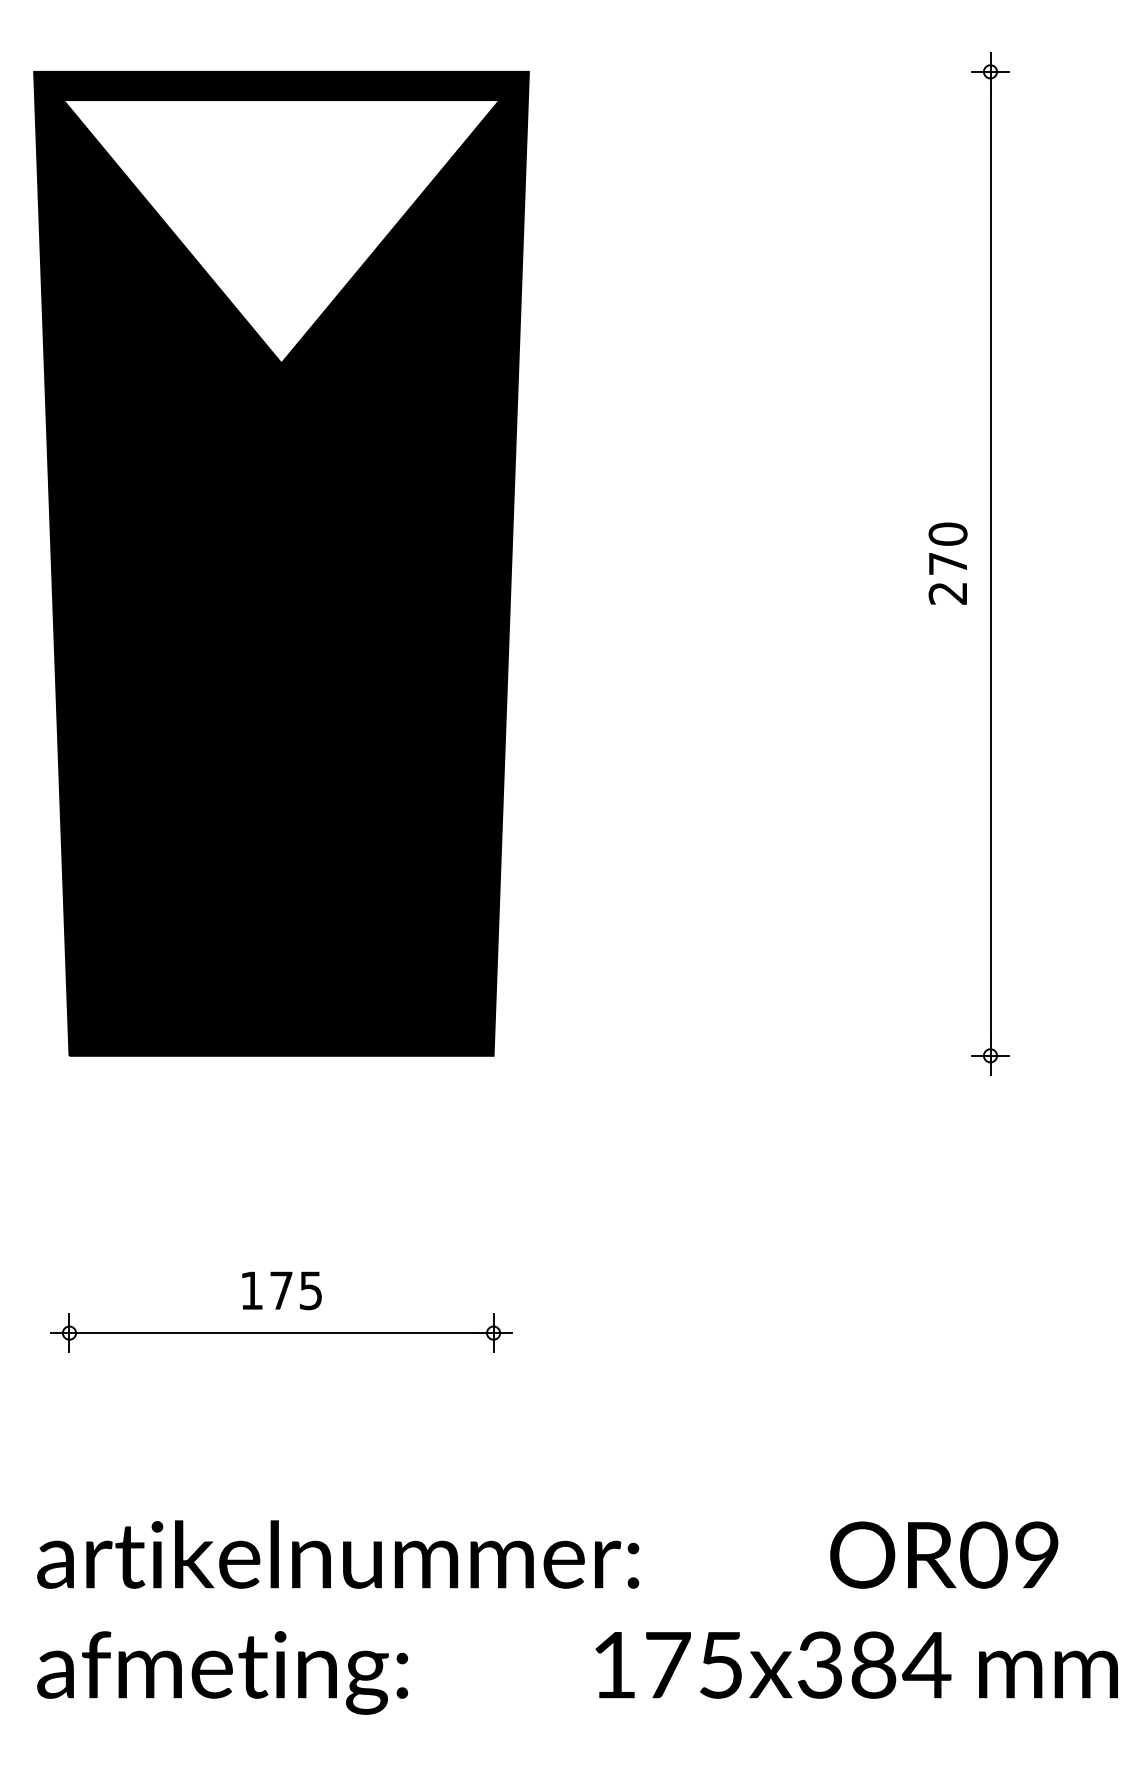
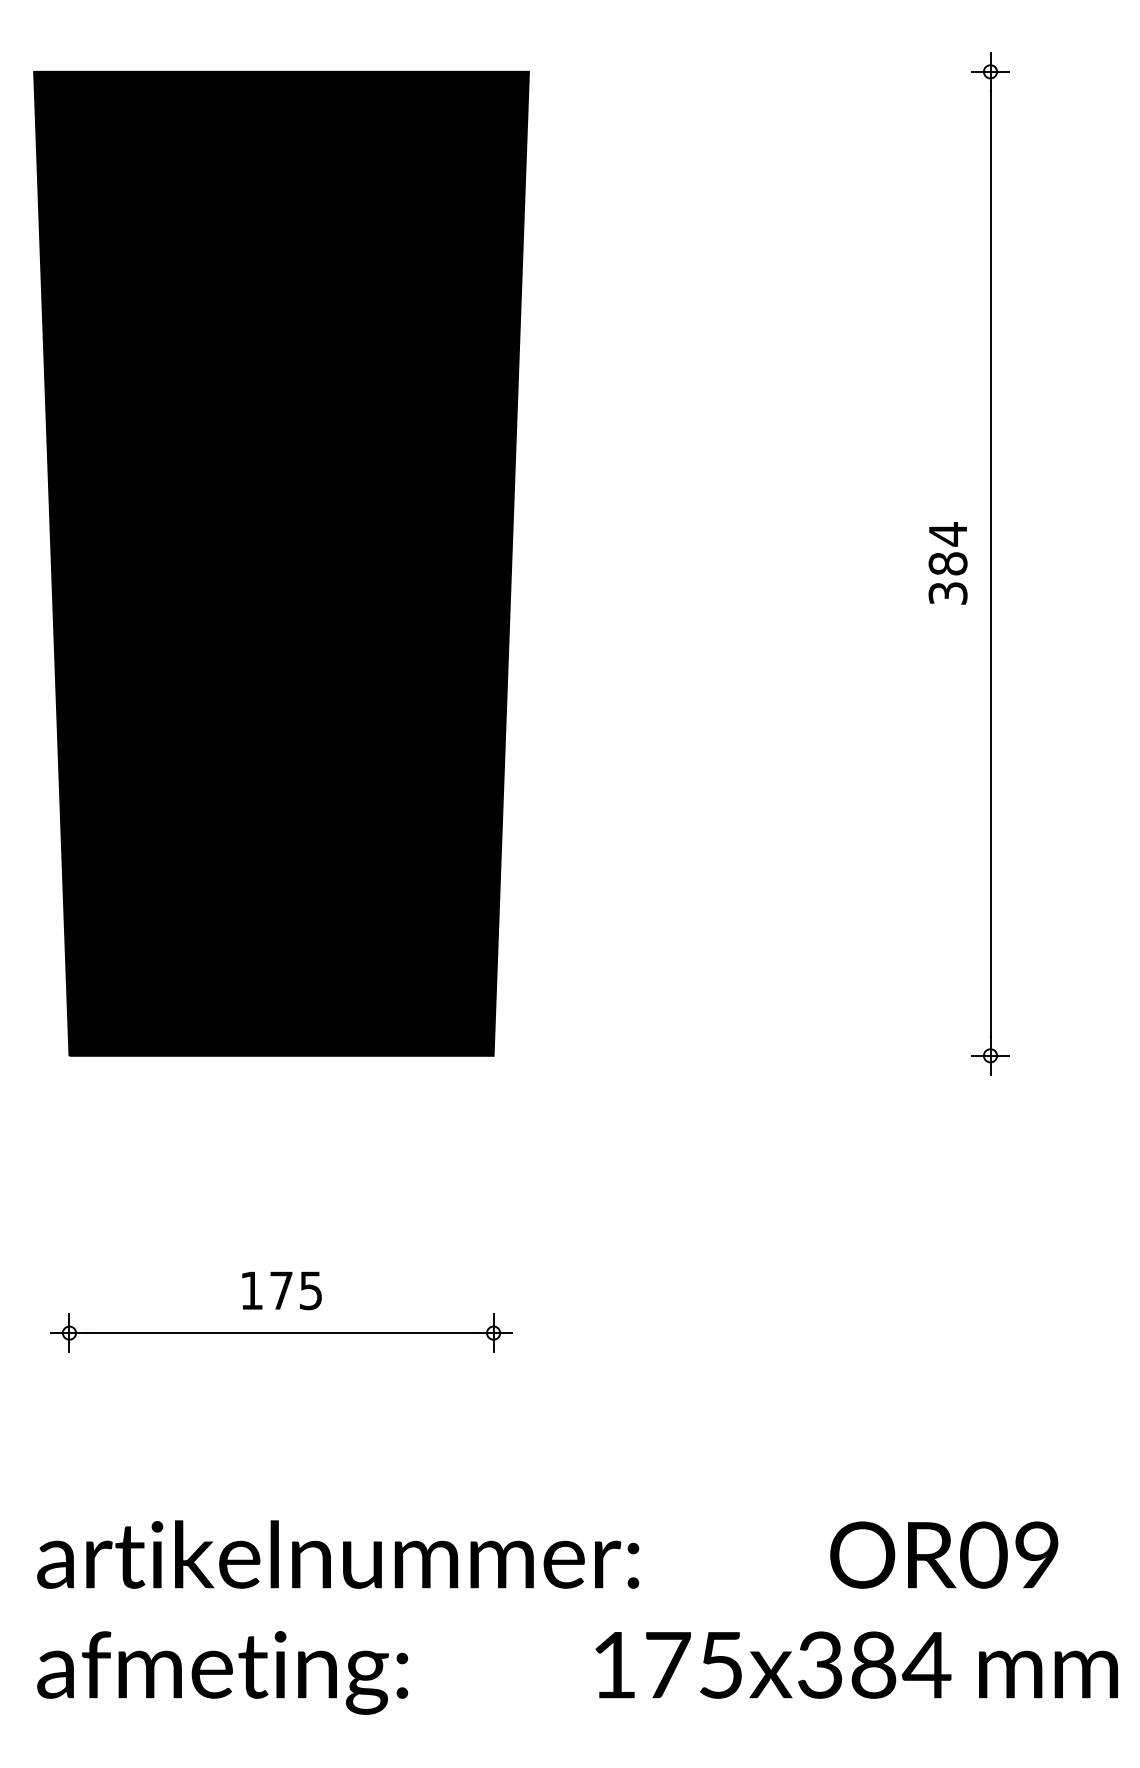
fill at (281, 231): none -> present
text at (947, 563): 270 -> 384
